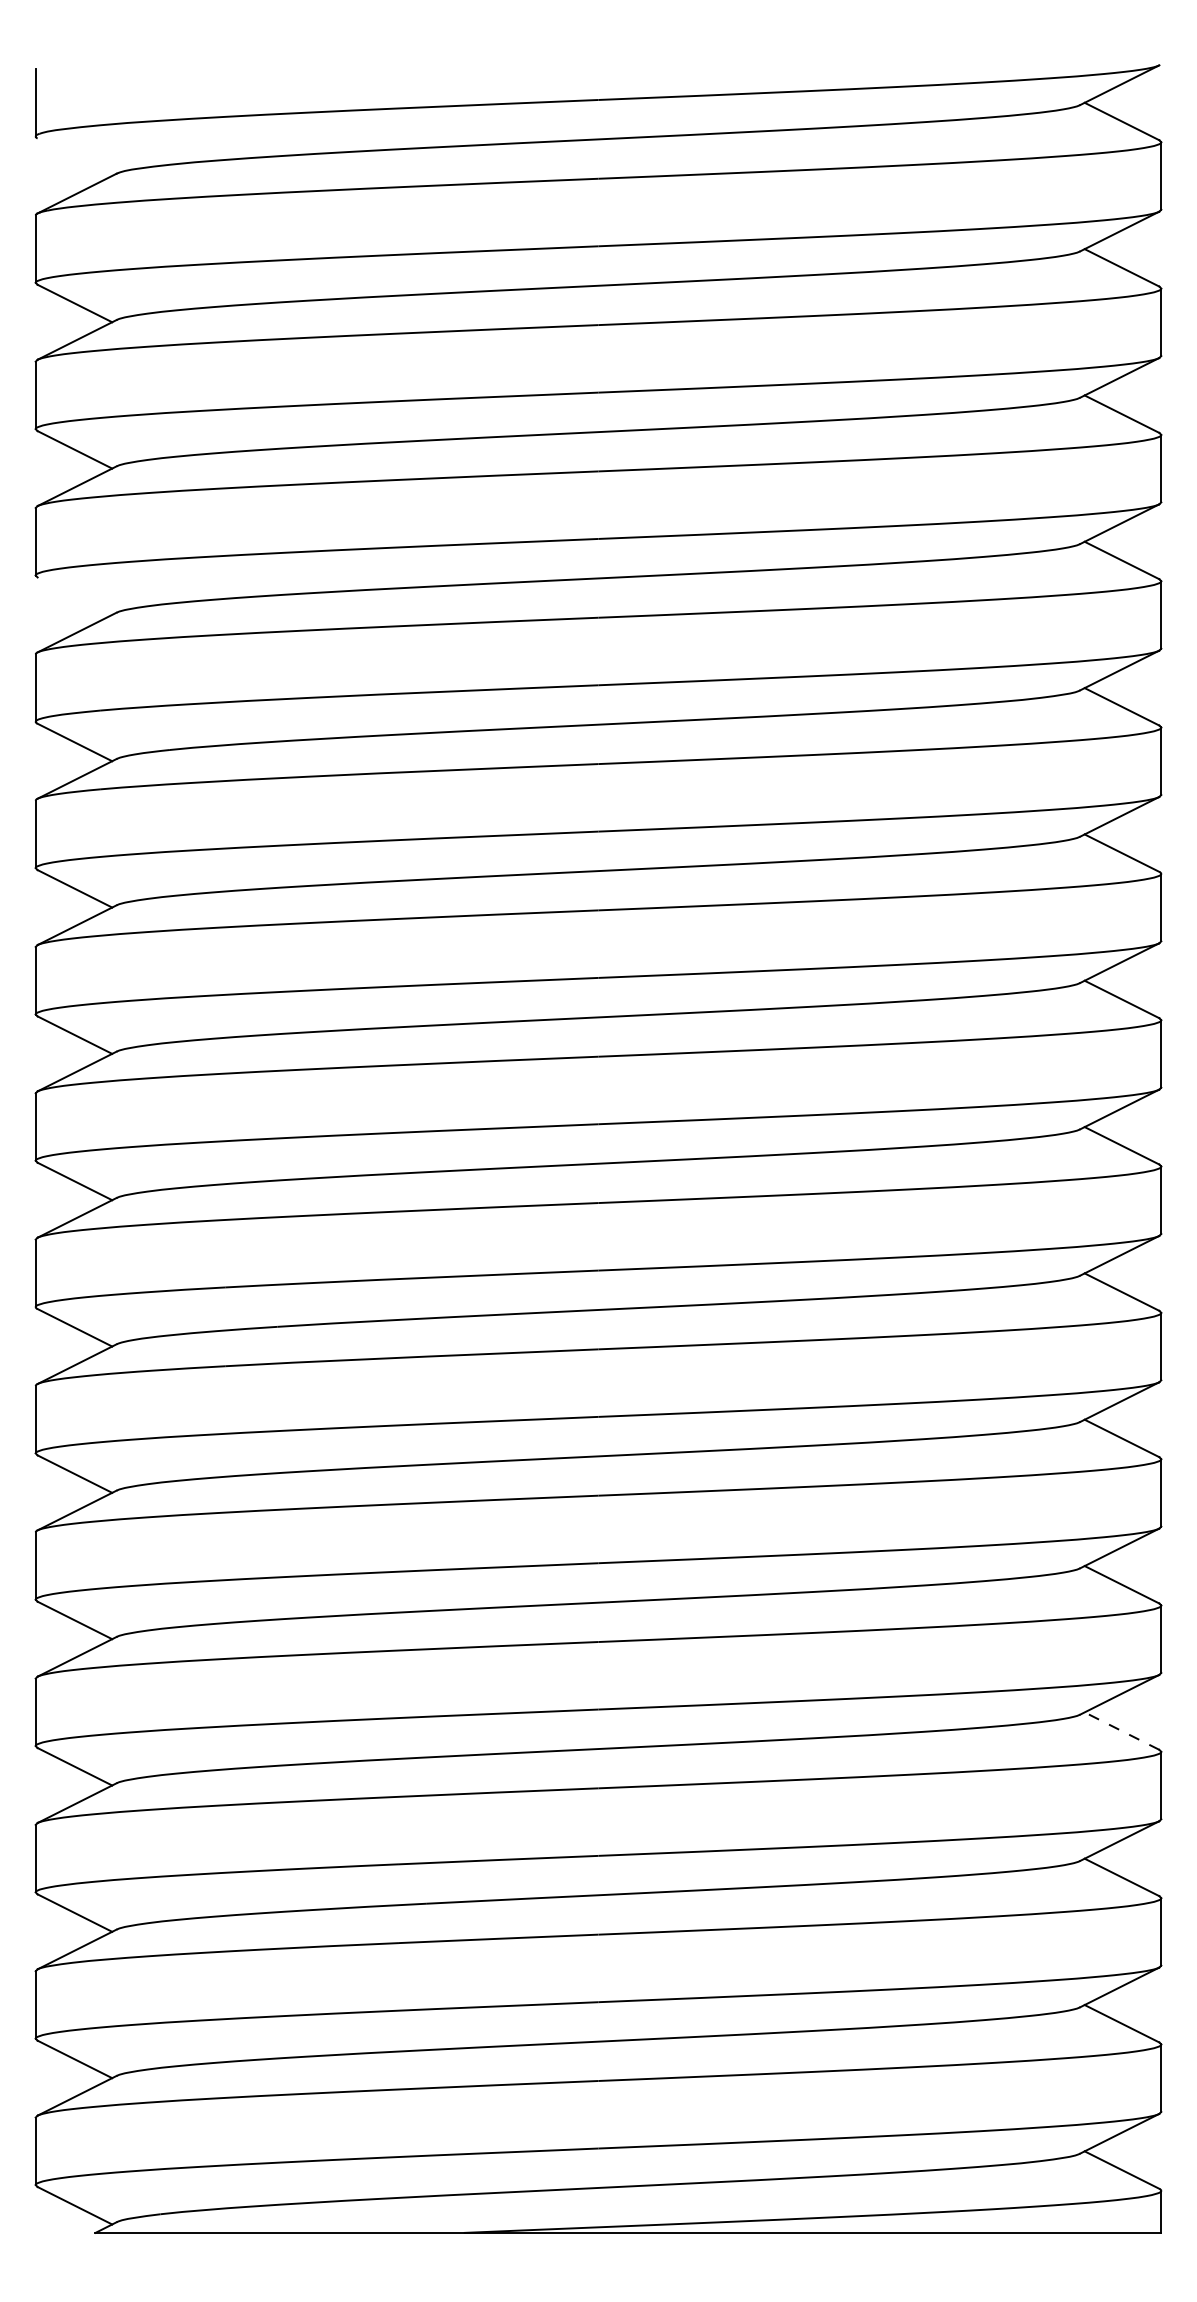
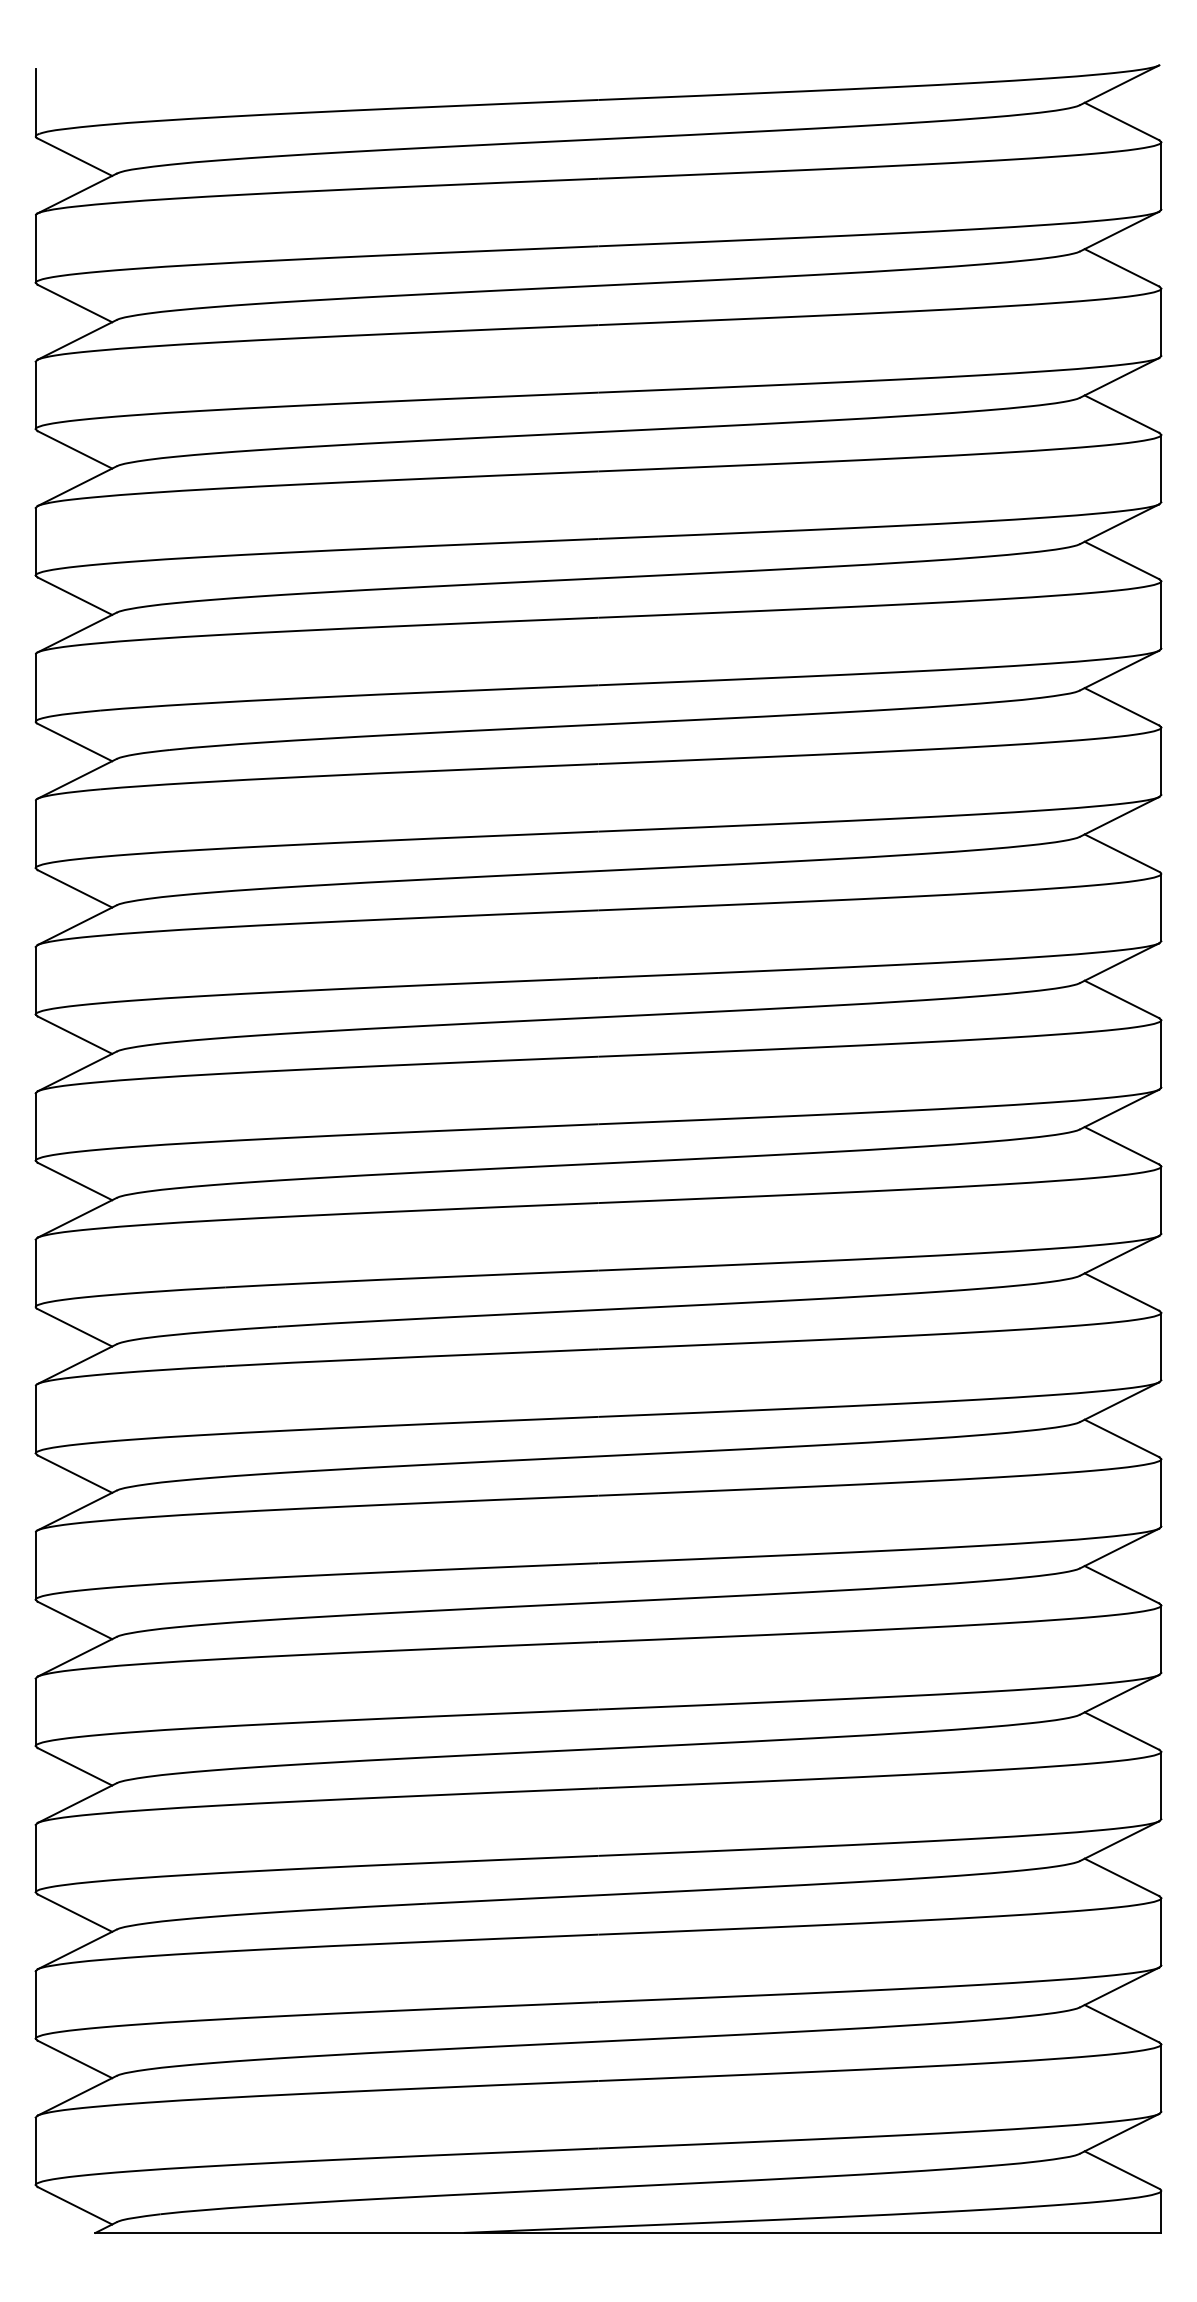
line at (74, 156): none -> present
line at (74, 595): none -> present
line at (1122, 1731): dashed -> solid
